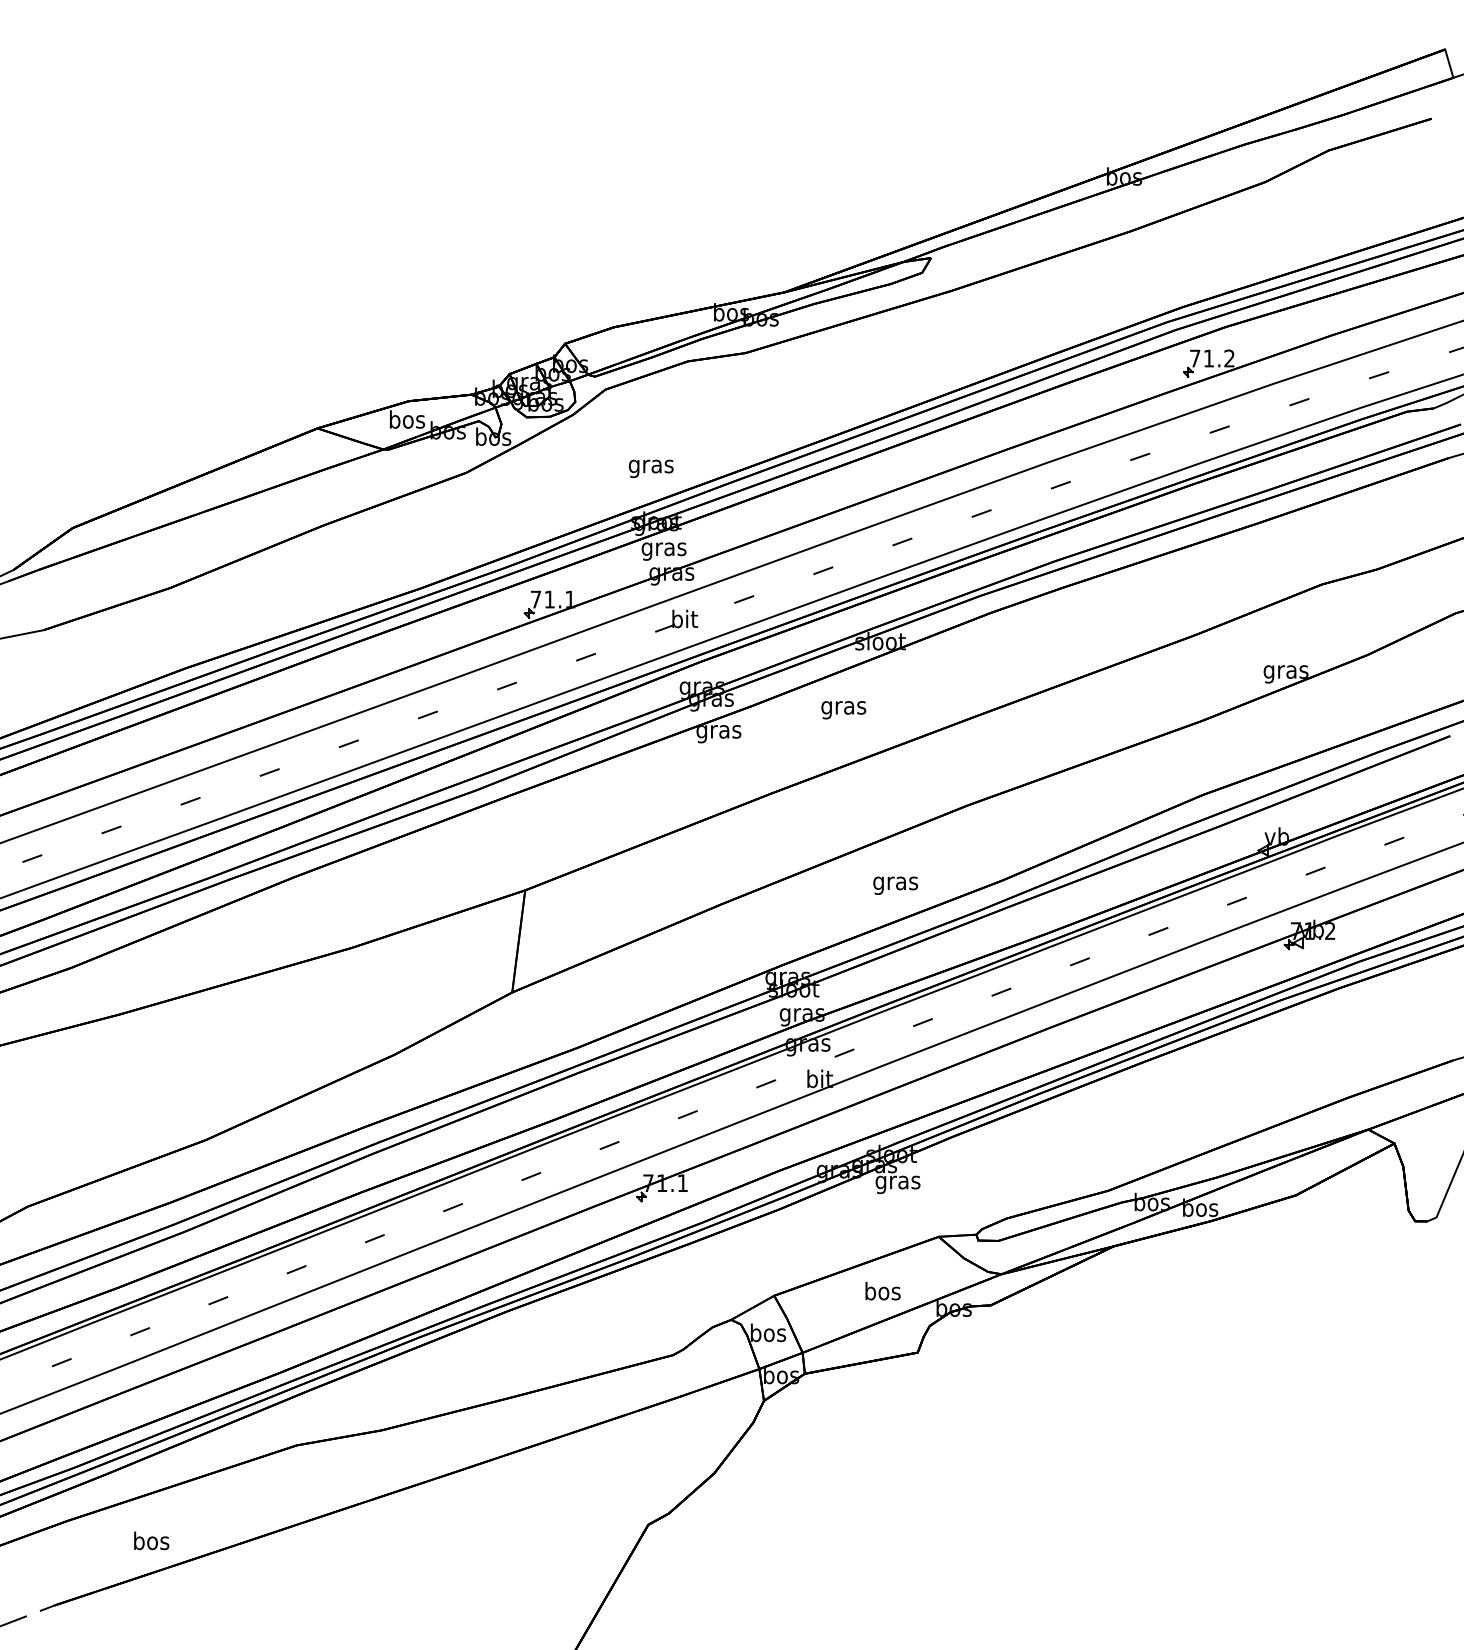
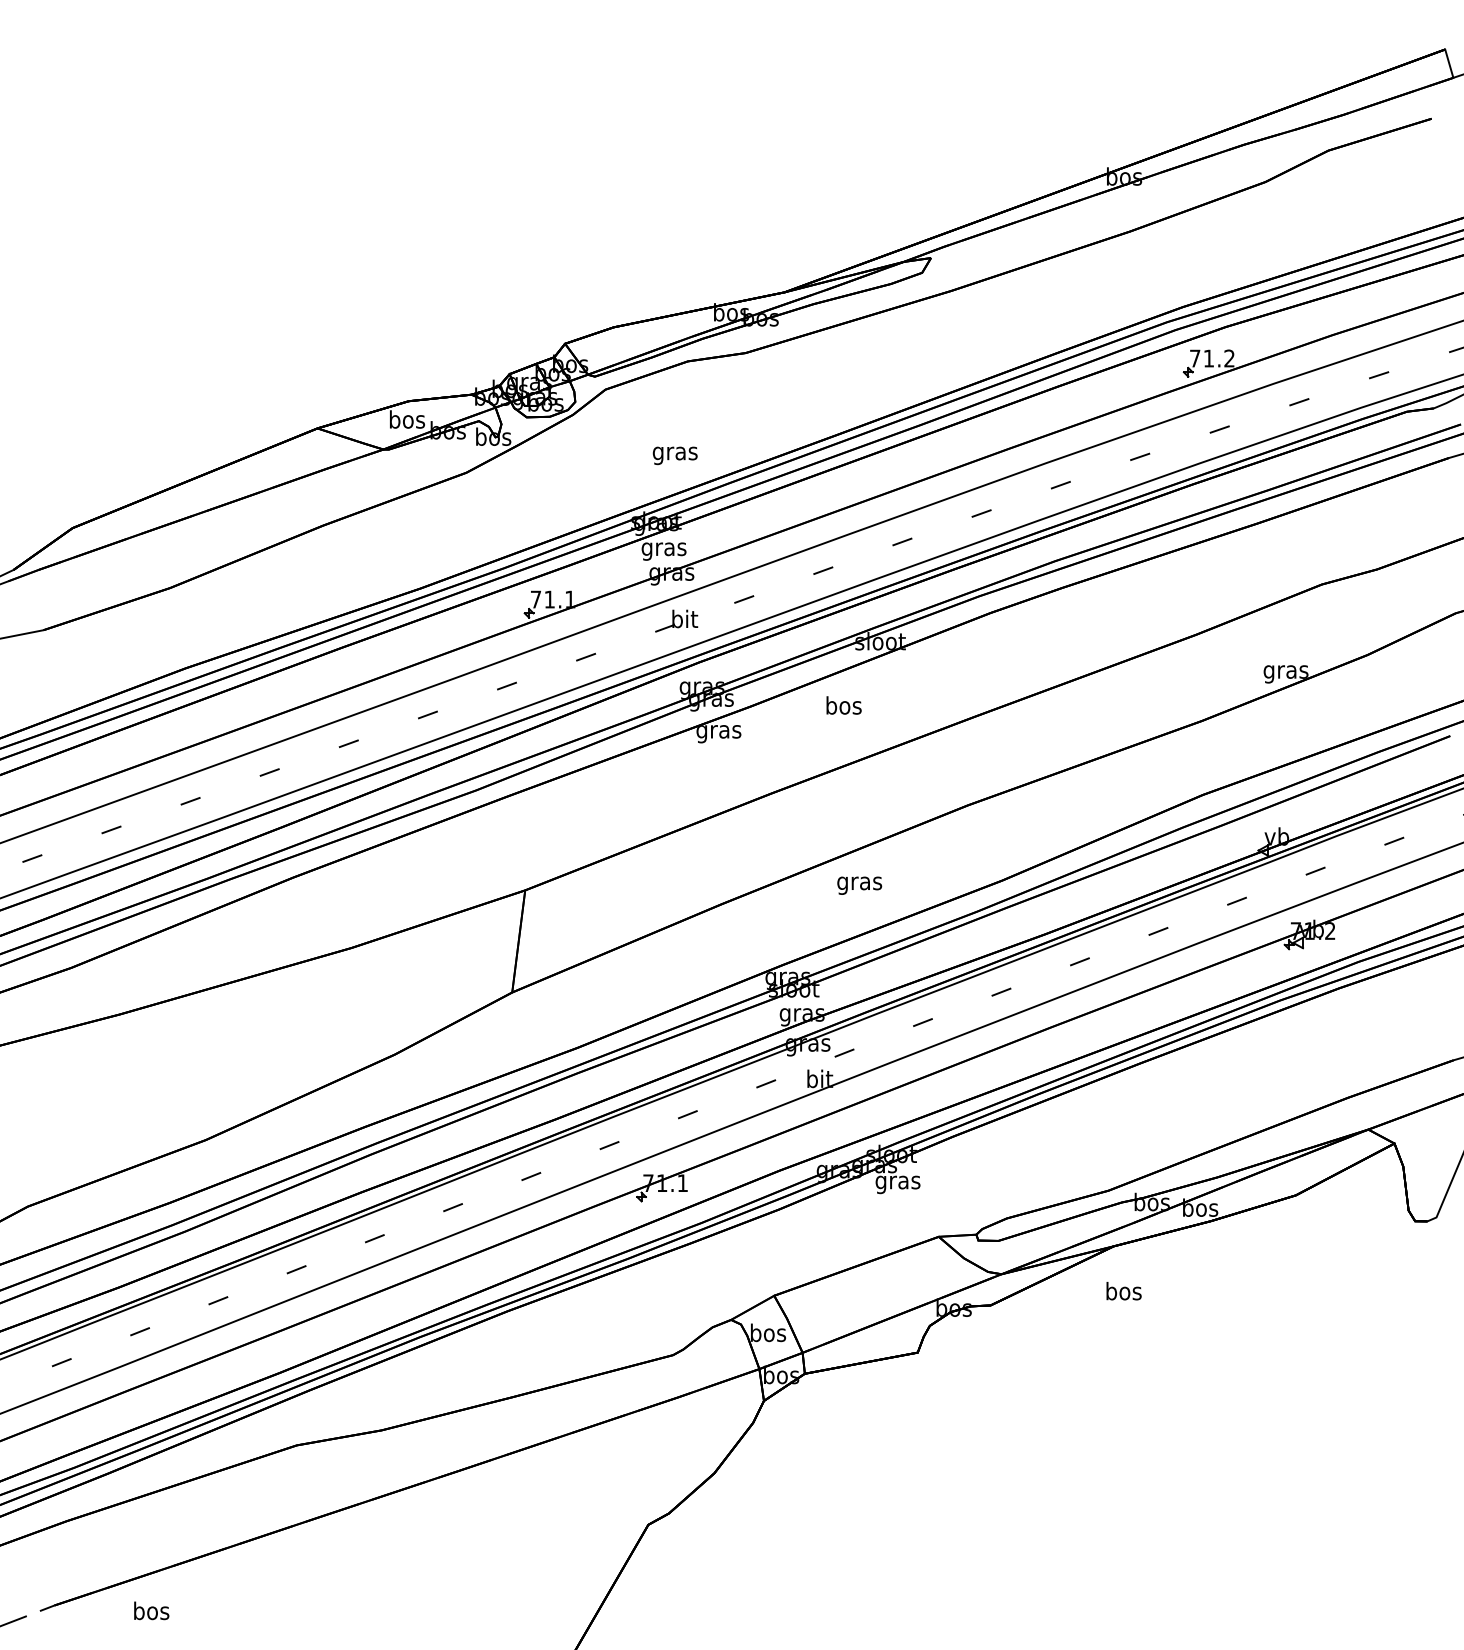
text at (650, 468) position: (650, 468) -> (674, 455)
text at (843, 707): gras -> bos
text at (895, 885) position: (895, 885) -> (859, 885)
text at (882, 1291) position: (882, 1291) -> (1123, 1291)
text at (151, 1540) position: (151, 1540) -> (151, 1610)
